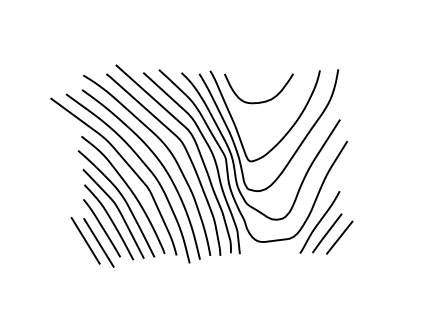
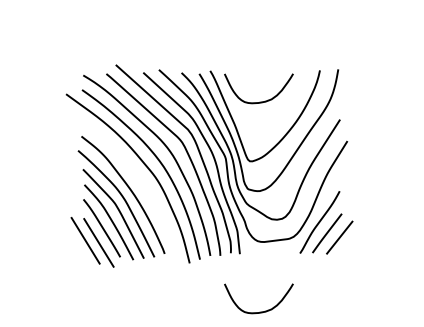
curve at (126, 164): present -> none
curve at (259, 311): none -> present
